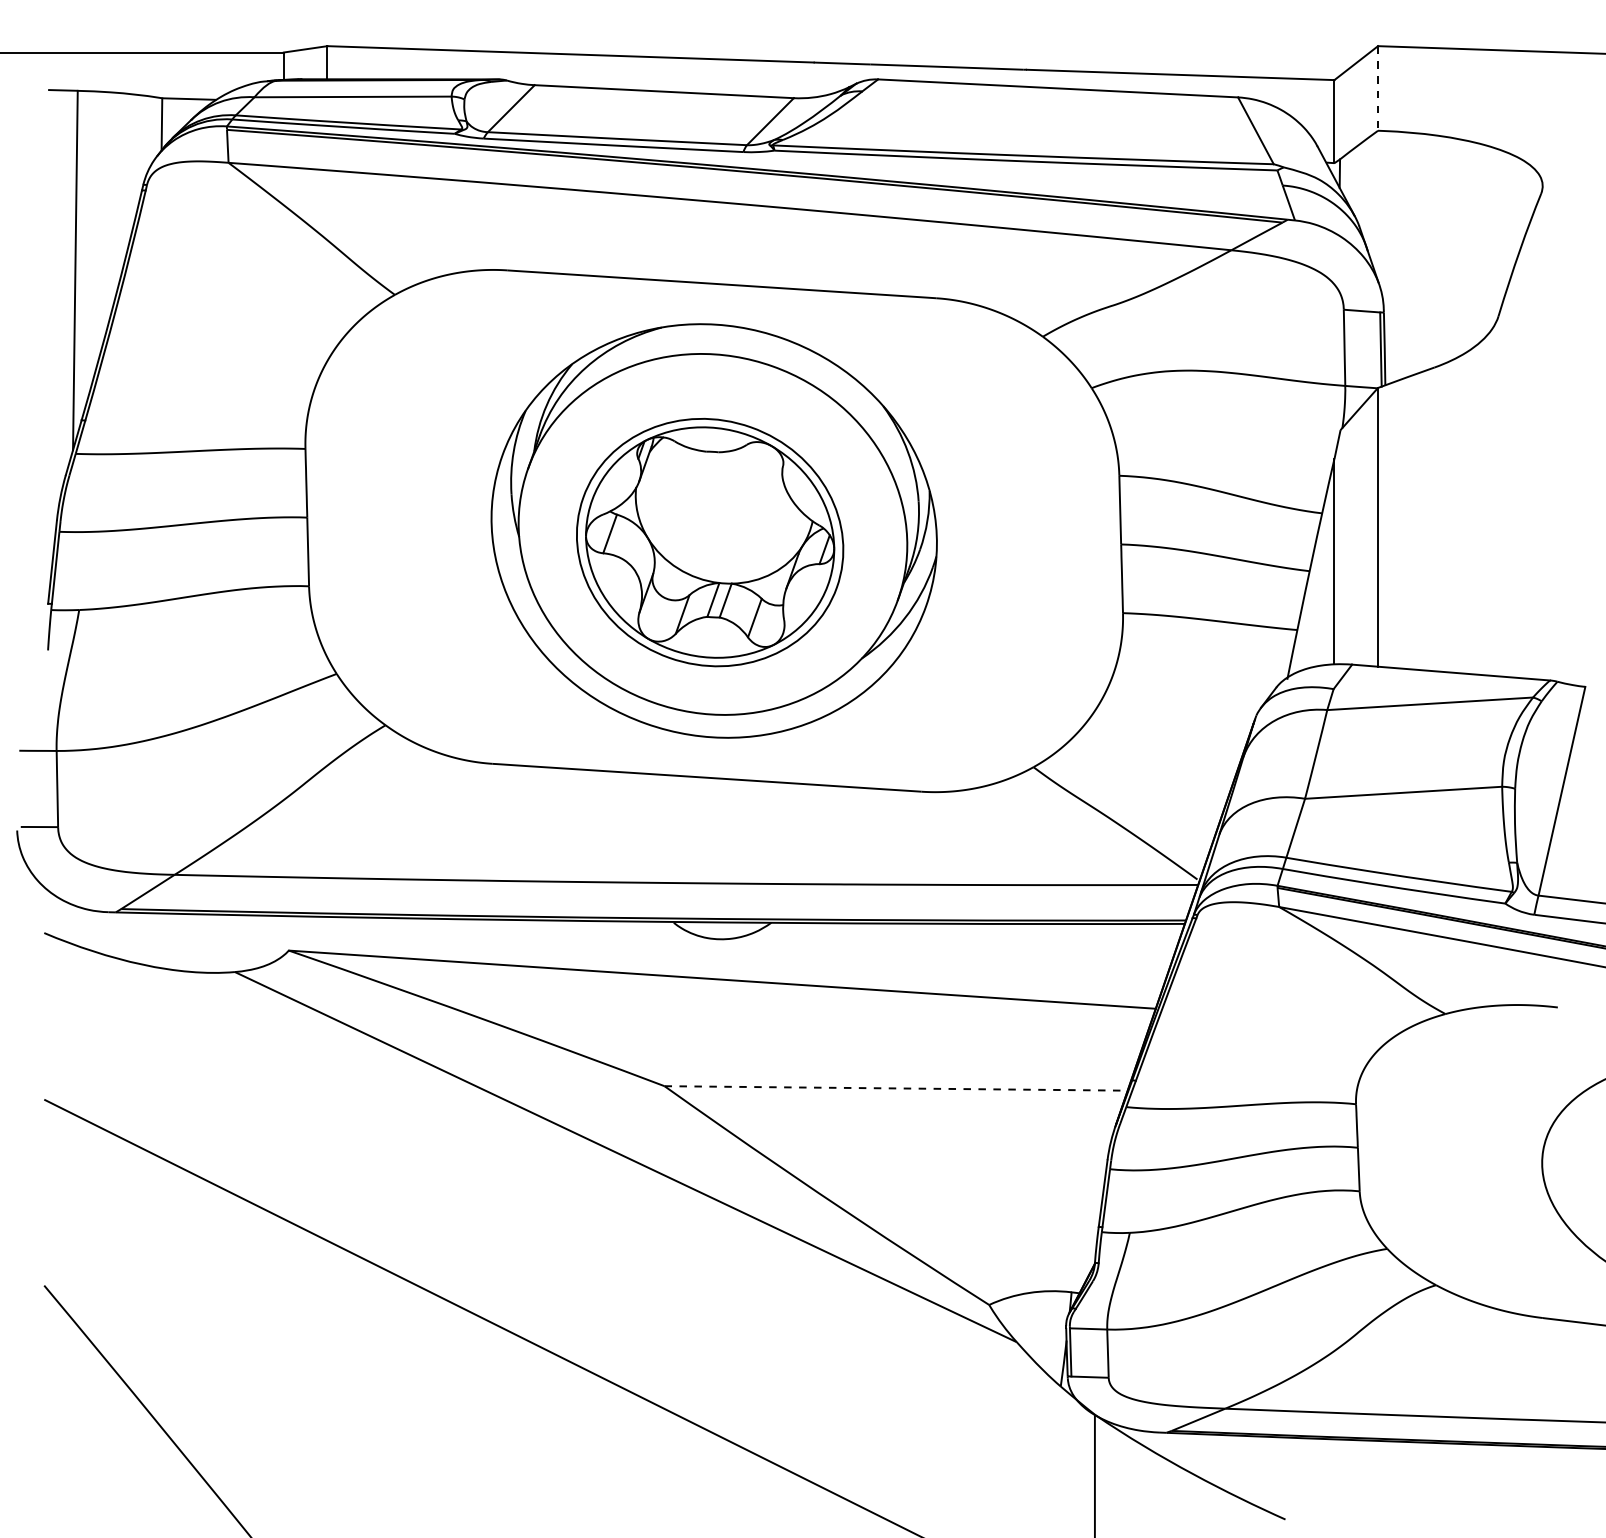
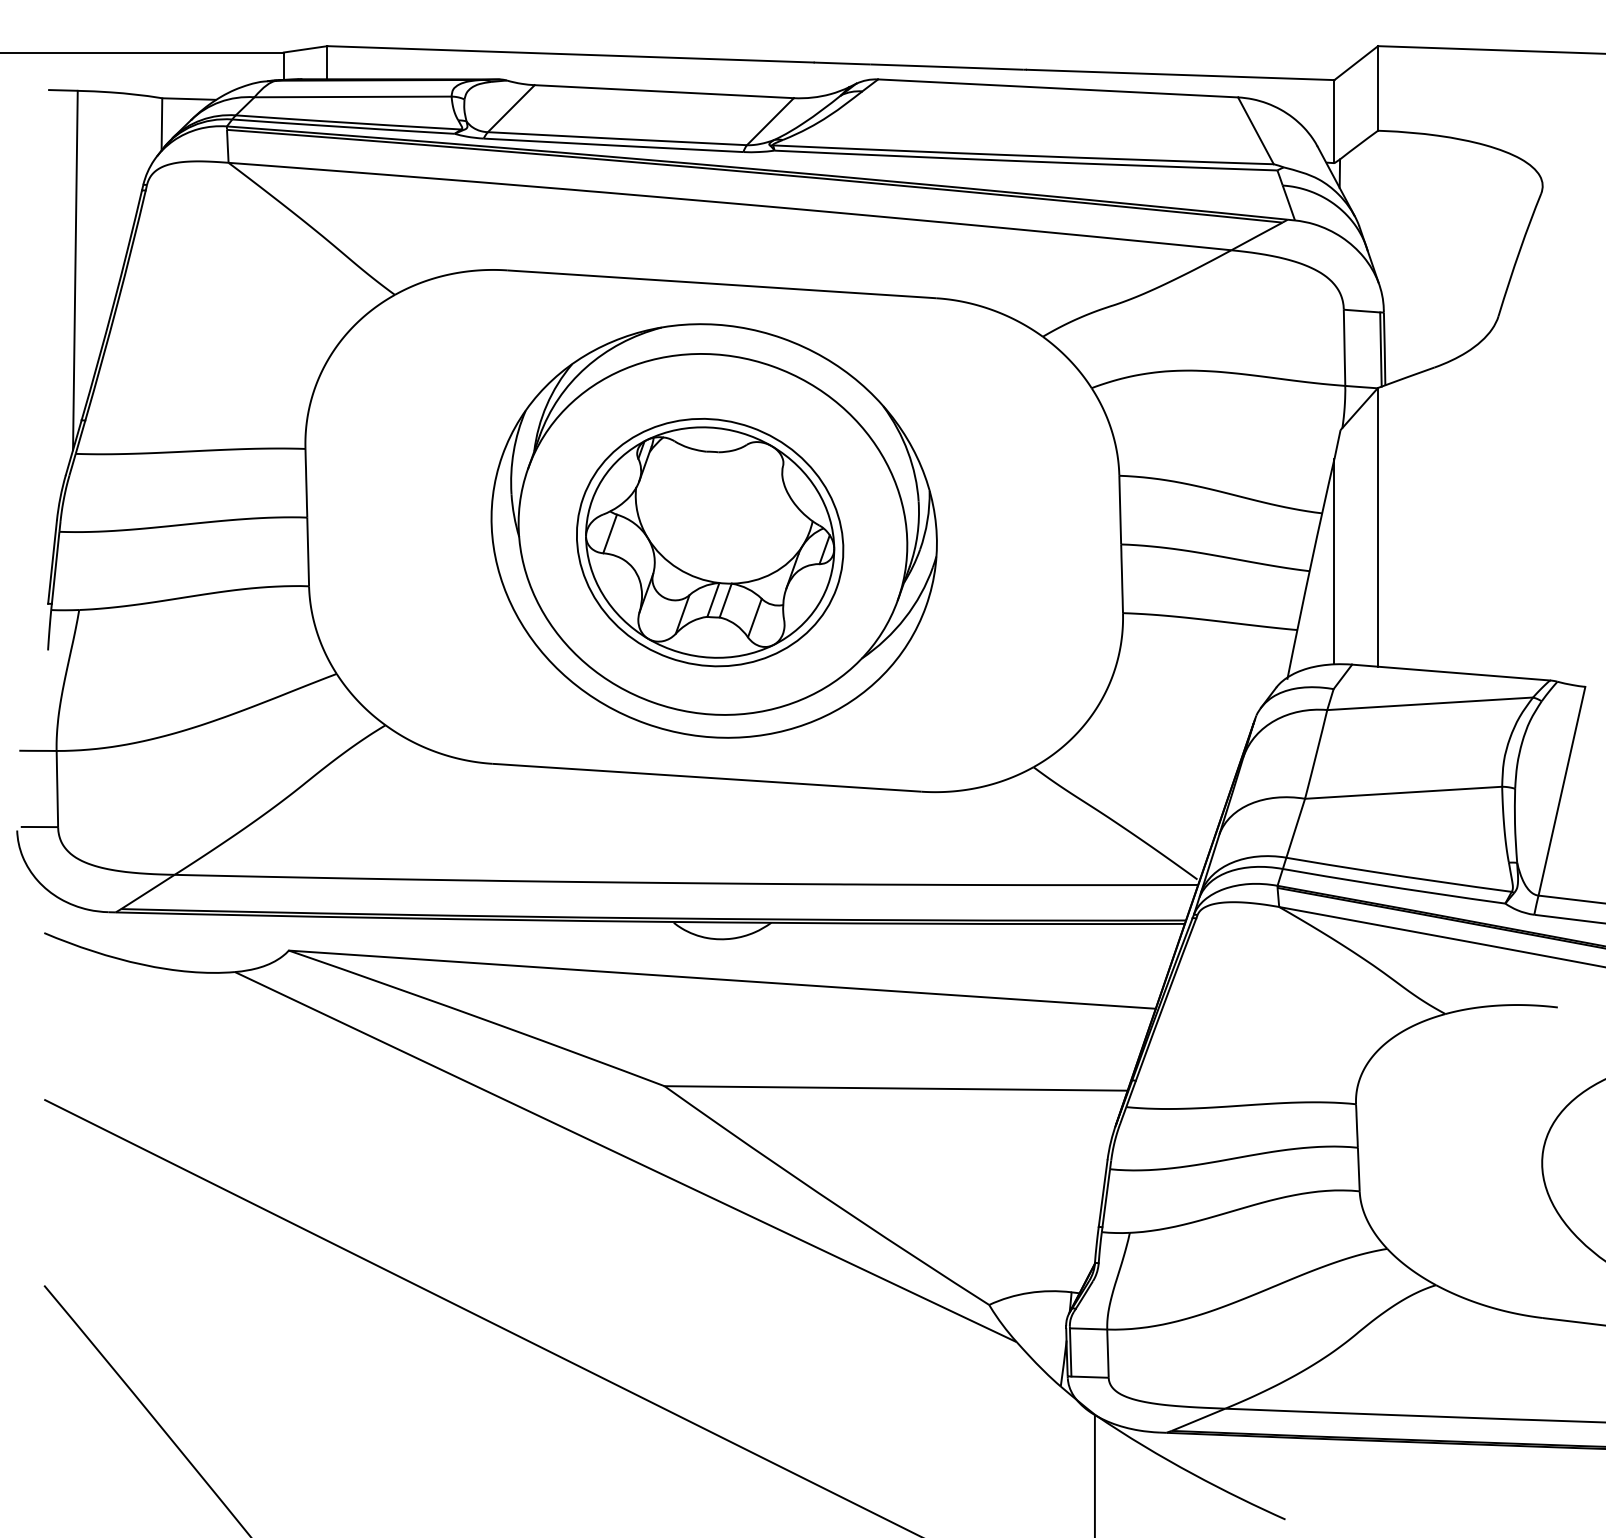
line at (1378, 88): dashed -> solid
line at (896, 1088): dashed -> solid
